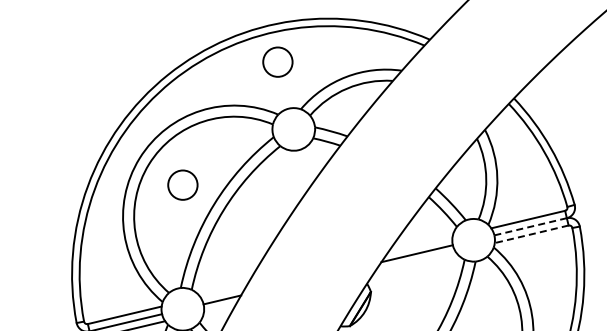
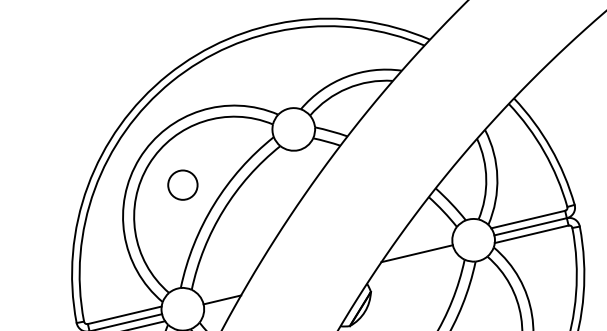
circle at (277, 61): present -> none
line at (531, 226): dashed -> solid
line at (531, 234): dashed -> solid
